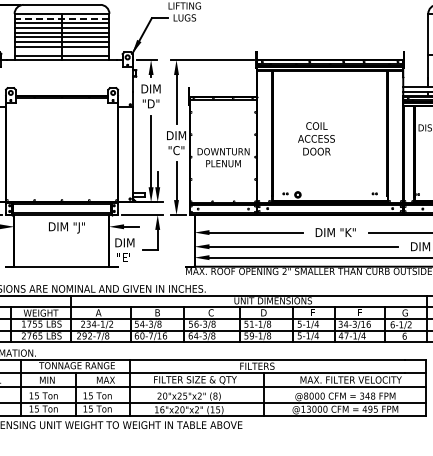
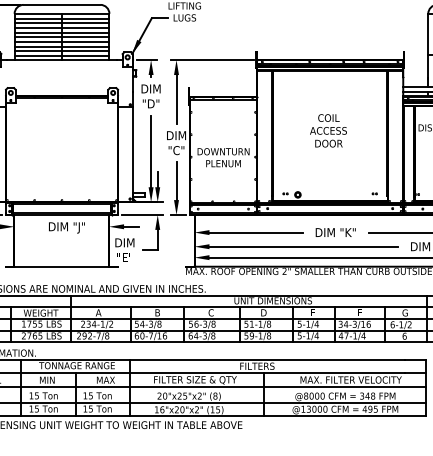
line at (61, 18): dashed -> solid
line at (61, 51): none -> present
text at (316, 138) position: (316, 138) -> (328, 130)
